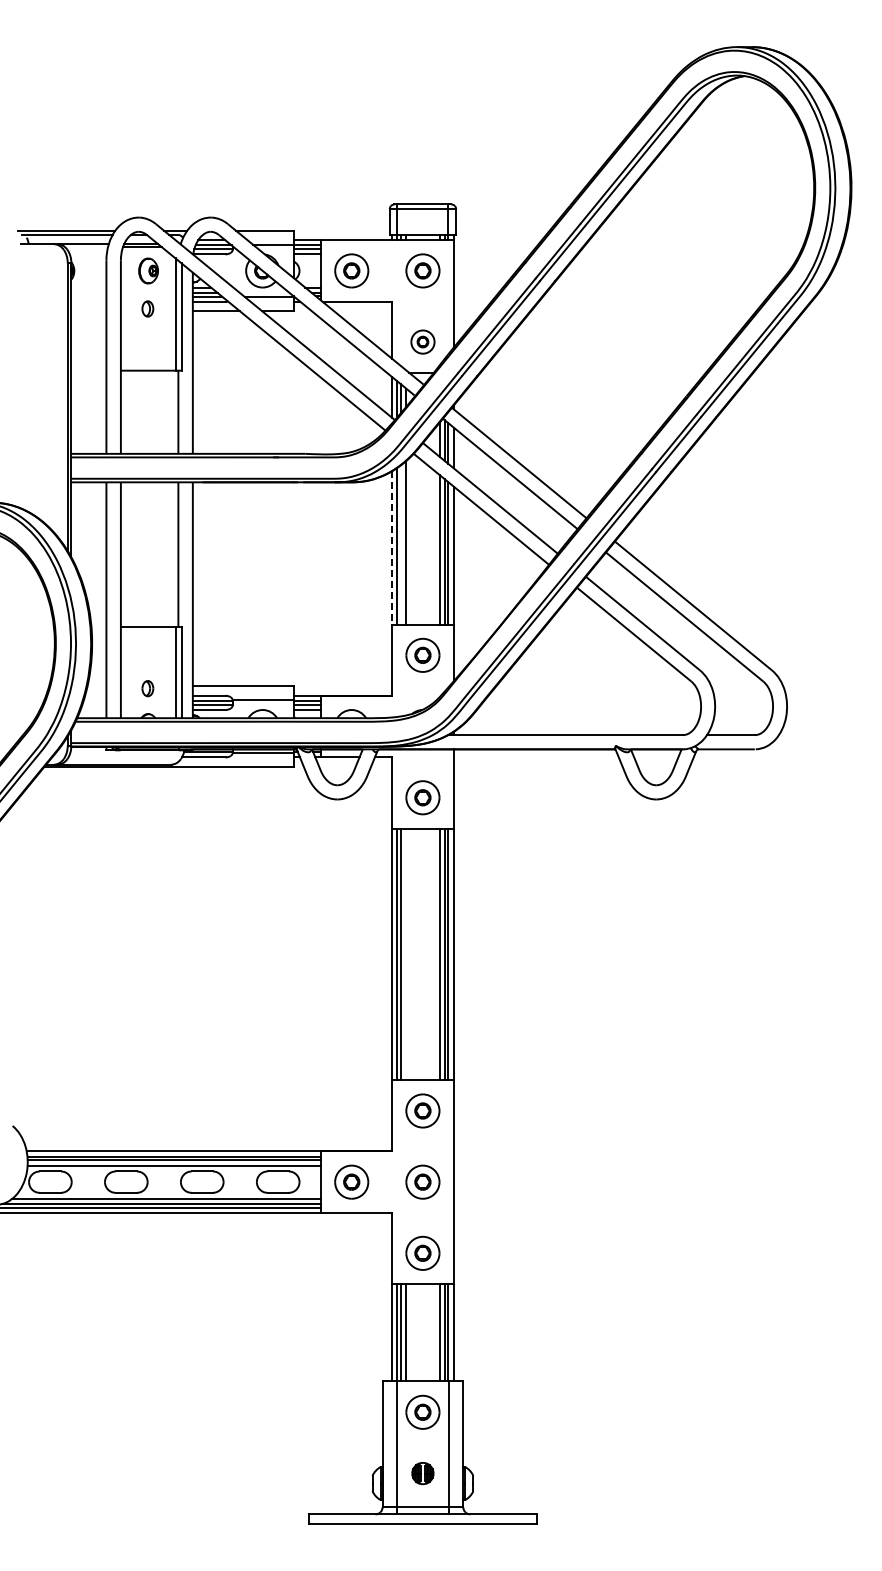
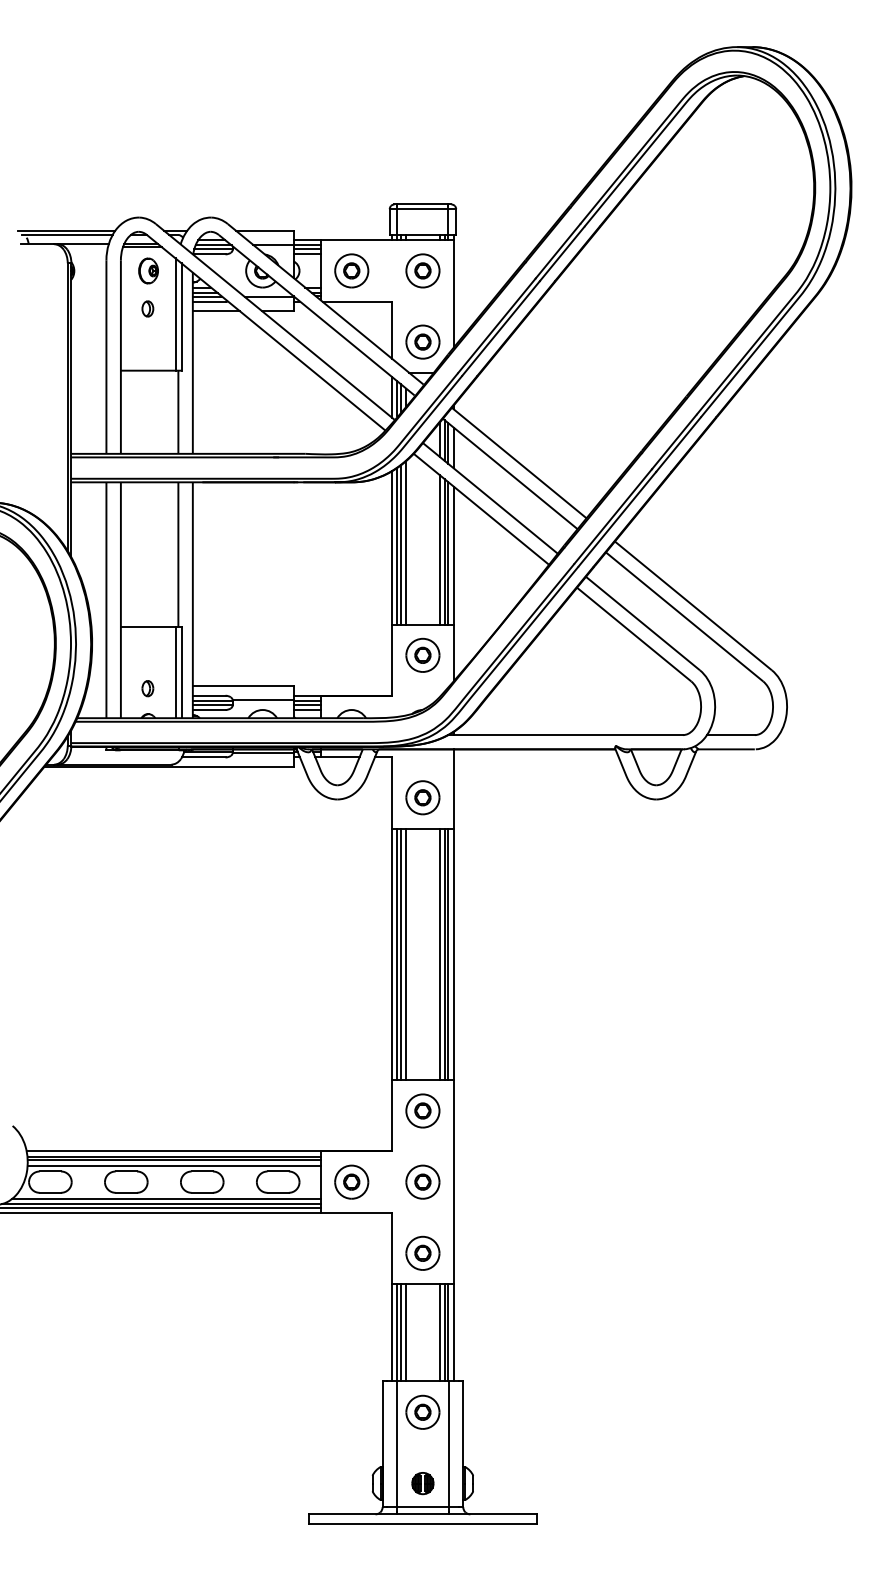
part at (422, 341) size: 26x26 px -> 36x36 px
line at (401, 544): none -> present
line at (392, 547): dashed -> solid
line at (406, 954): none -> present
part at (422, 1473) position: (422, 1473) -> (422, 1483)
